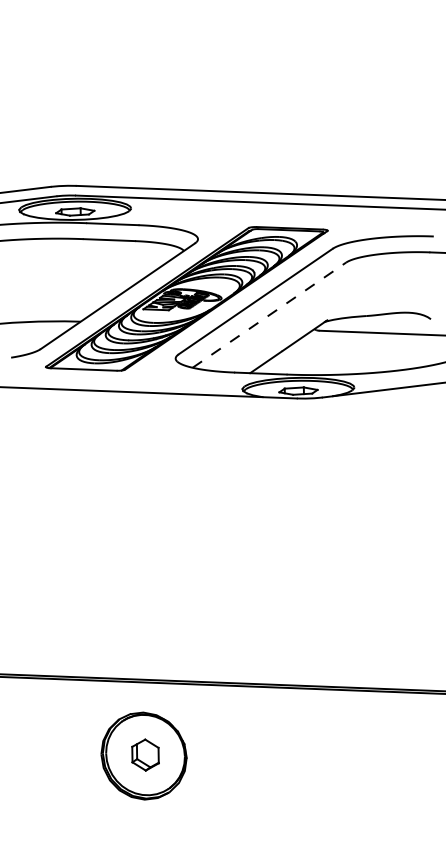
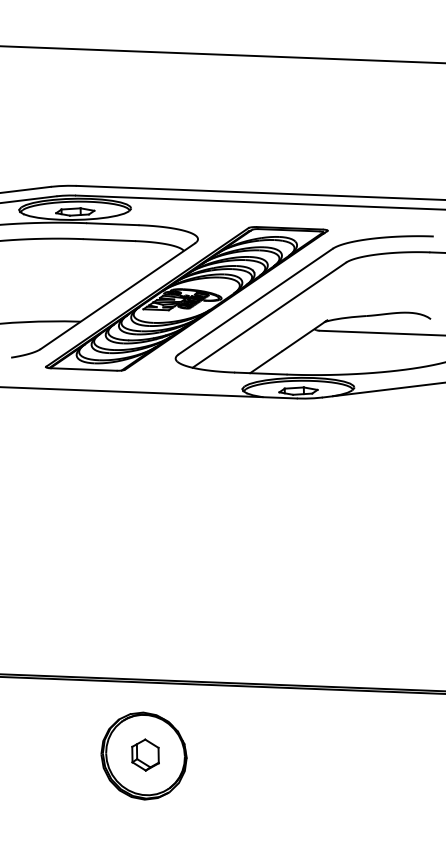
line at (222, 54): none -> present
line at (269, 314): dashed -> solid
